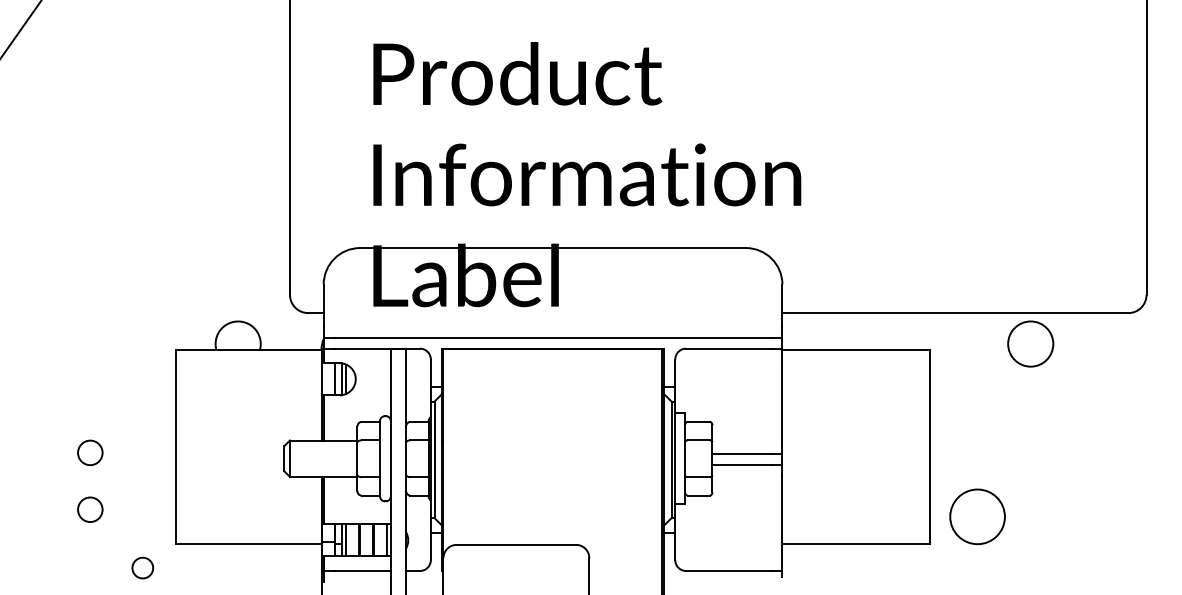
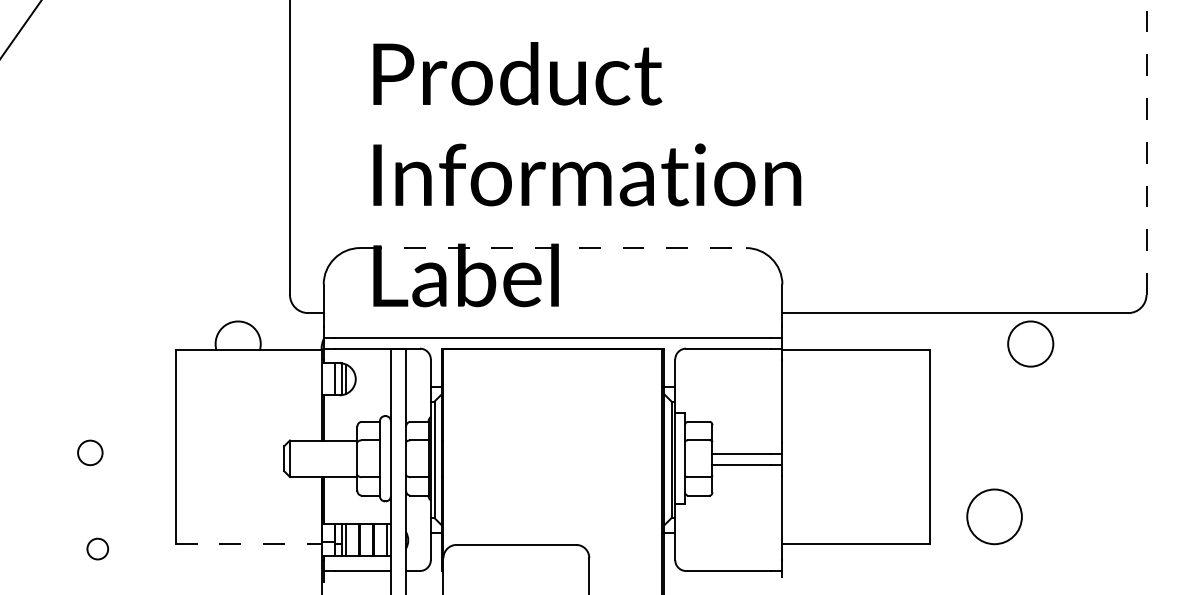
line at (1146, 146): solid -> dashed
line at (553, 248): solid -> dashed
circle at (90, 509): present -> none
circle at (977, 516) position: (977, 516) -> (994, 516)
line at (248, 544): solid -> dashed
circle at (142, 567) position: (142, 567) -> (97, 548)
